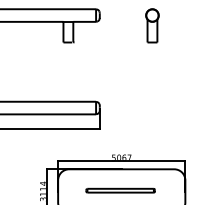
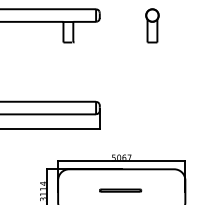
part at (120, 190) size: 71x7 px -> 44x5 px
